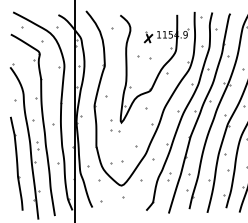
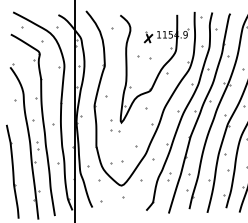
part at (16, 163) position: (16, 163) -> (12, 171)
